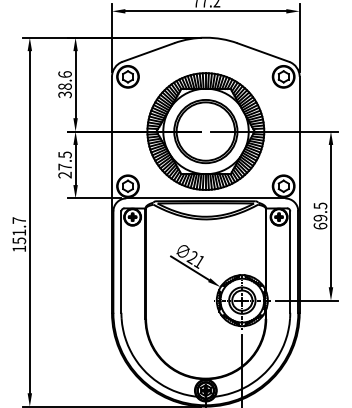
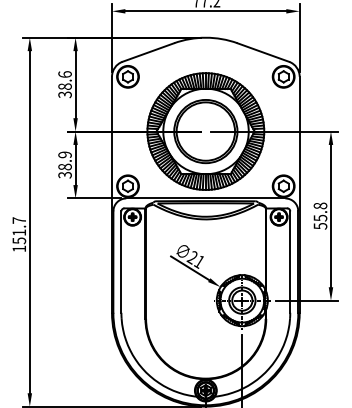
text at (64, 164): 27.5 -> 38.9
text at (320, 215): 69.5 -> 55.8
